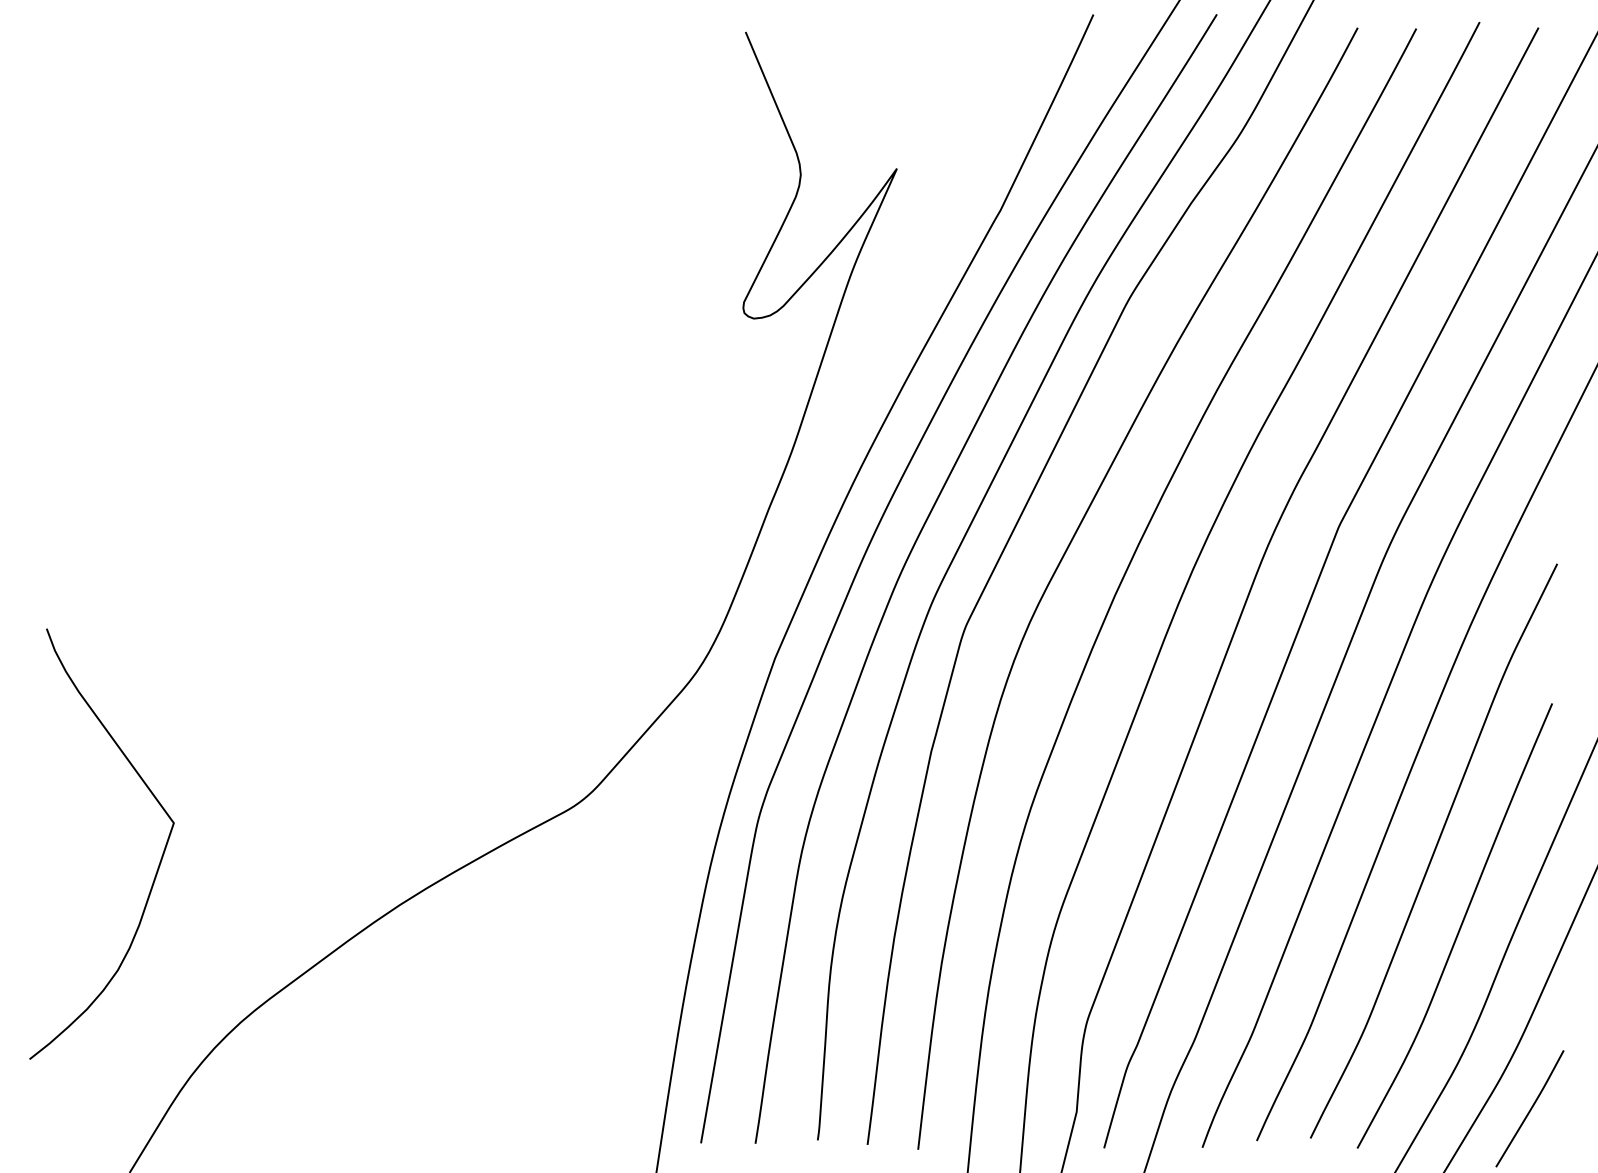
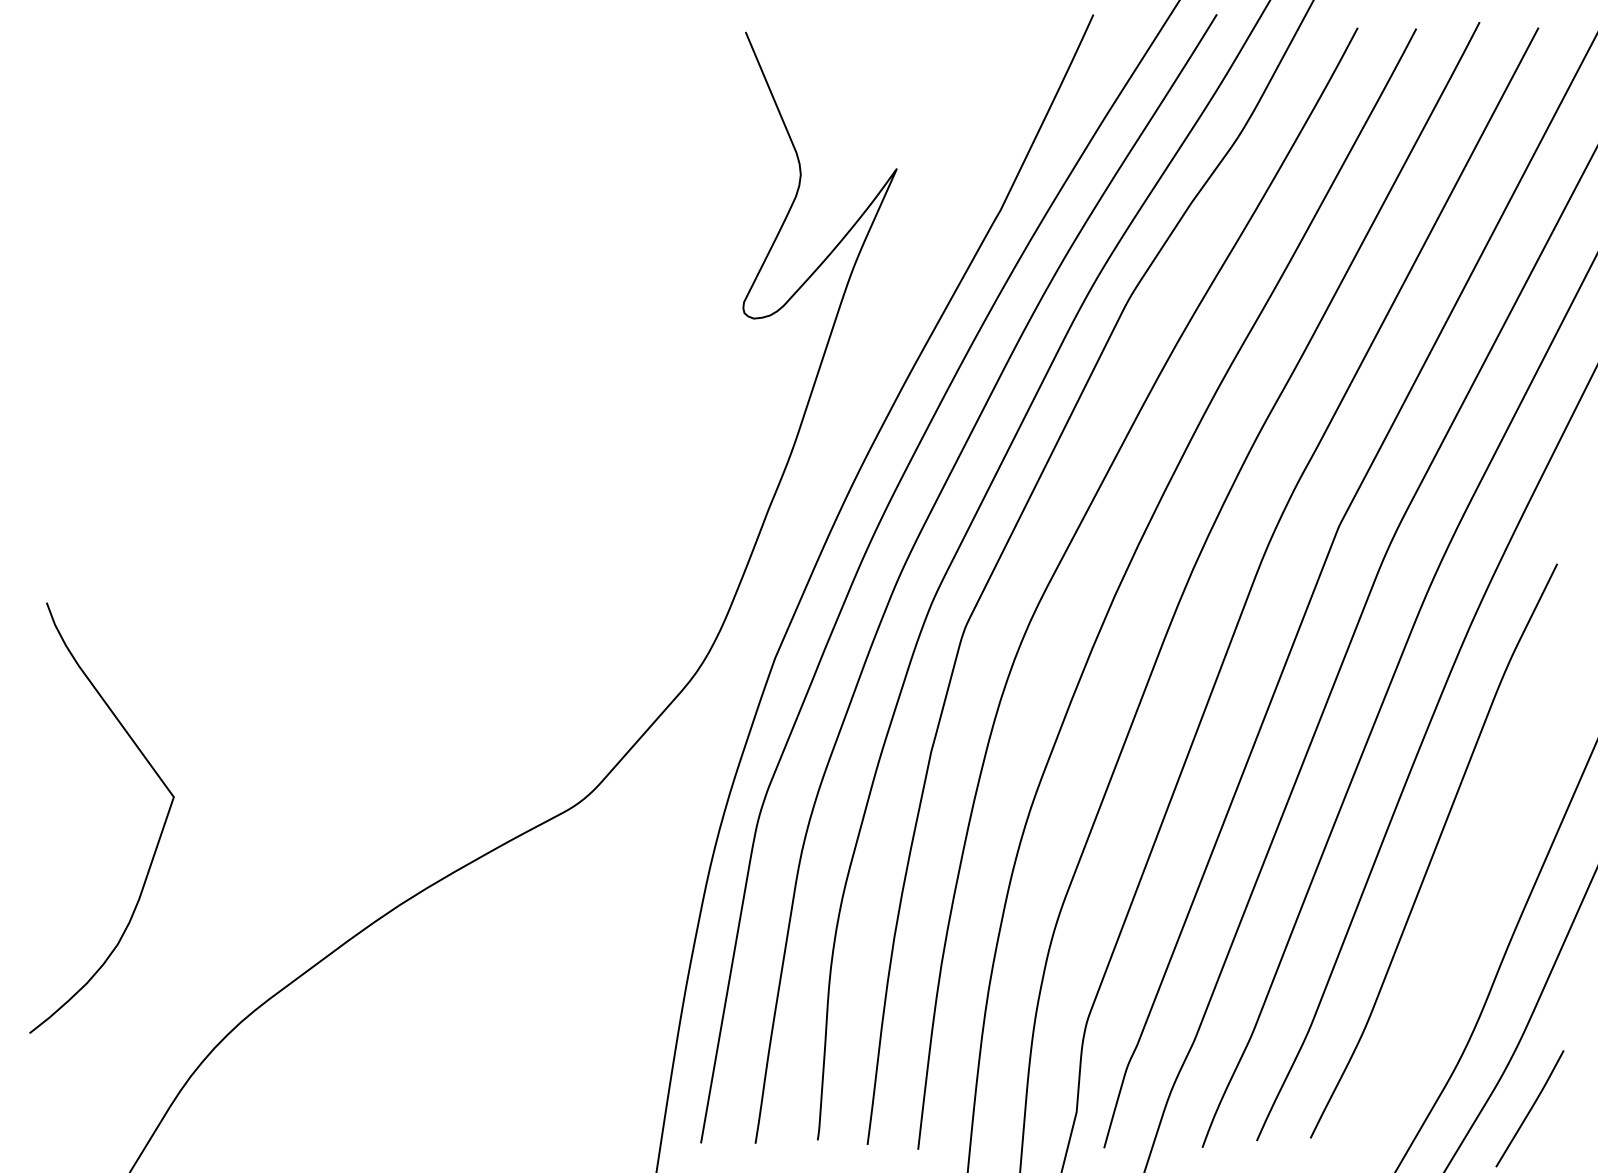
curve at (159, 861) position: (159, 861) -> (159, 835)
curve at (1459, 927): present -> none
